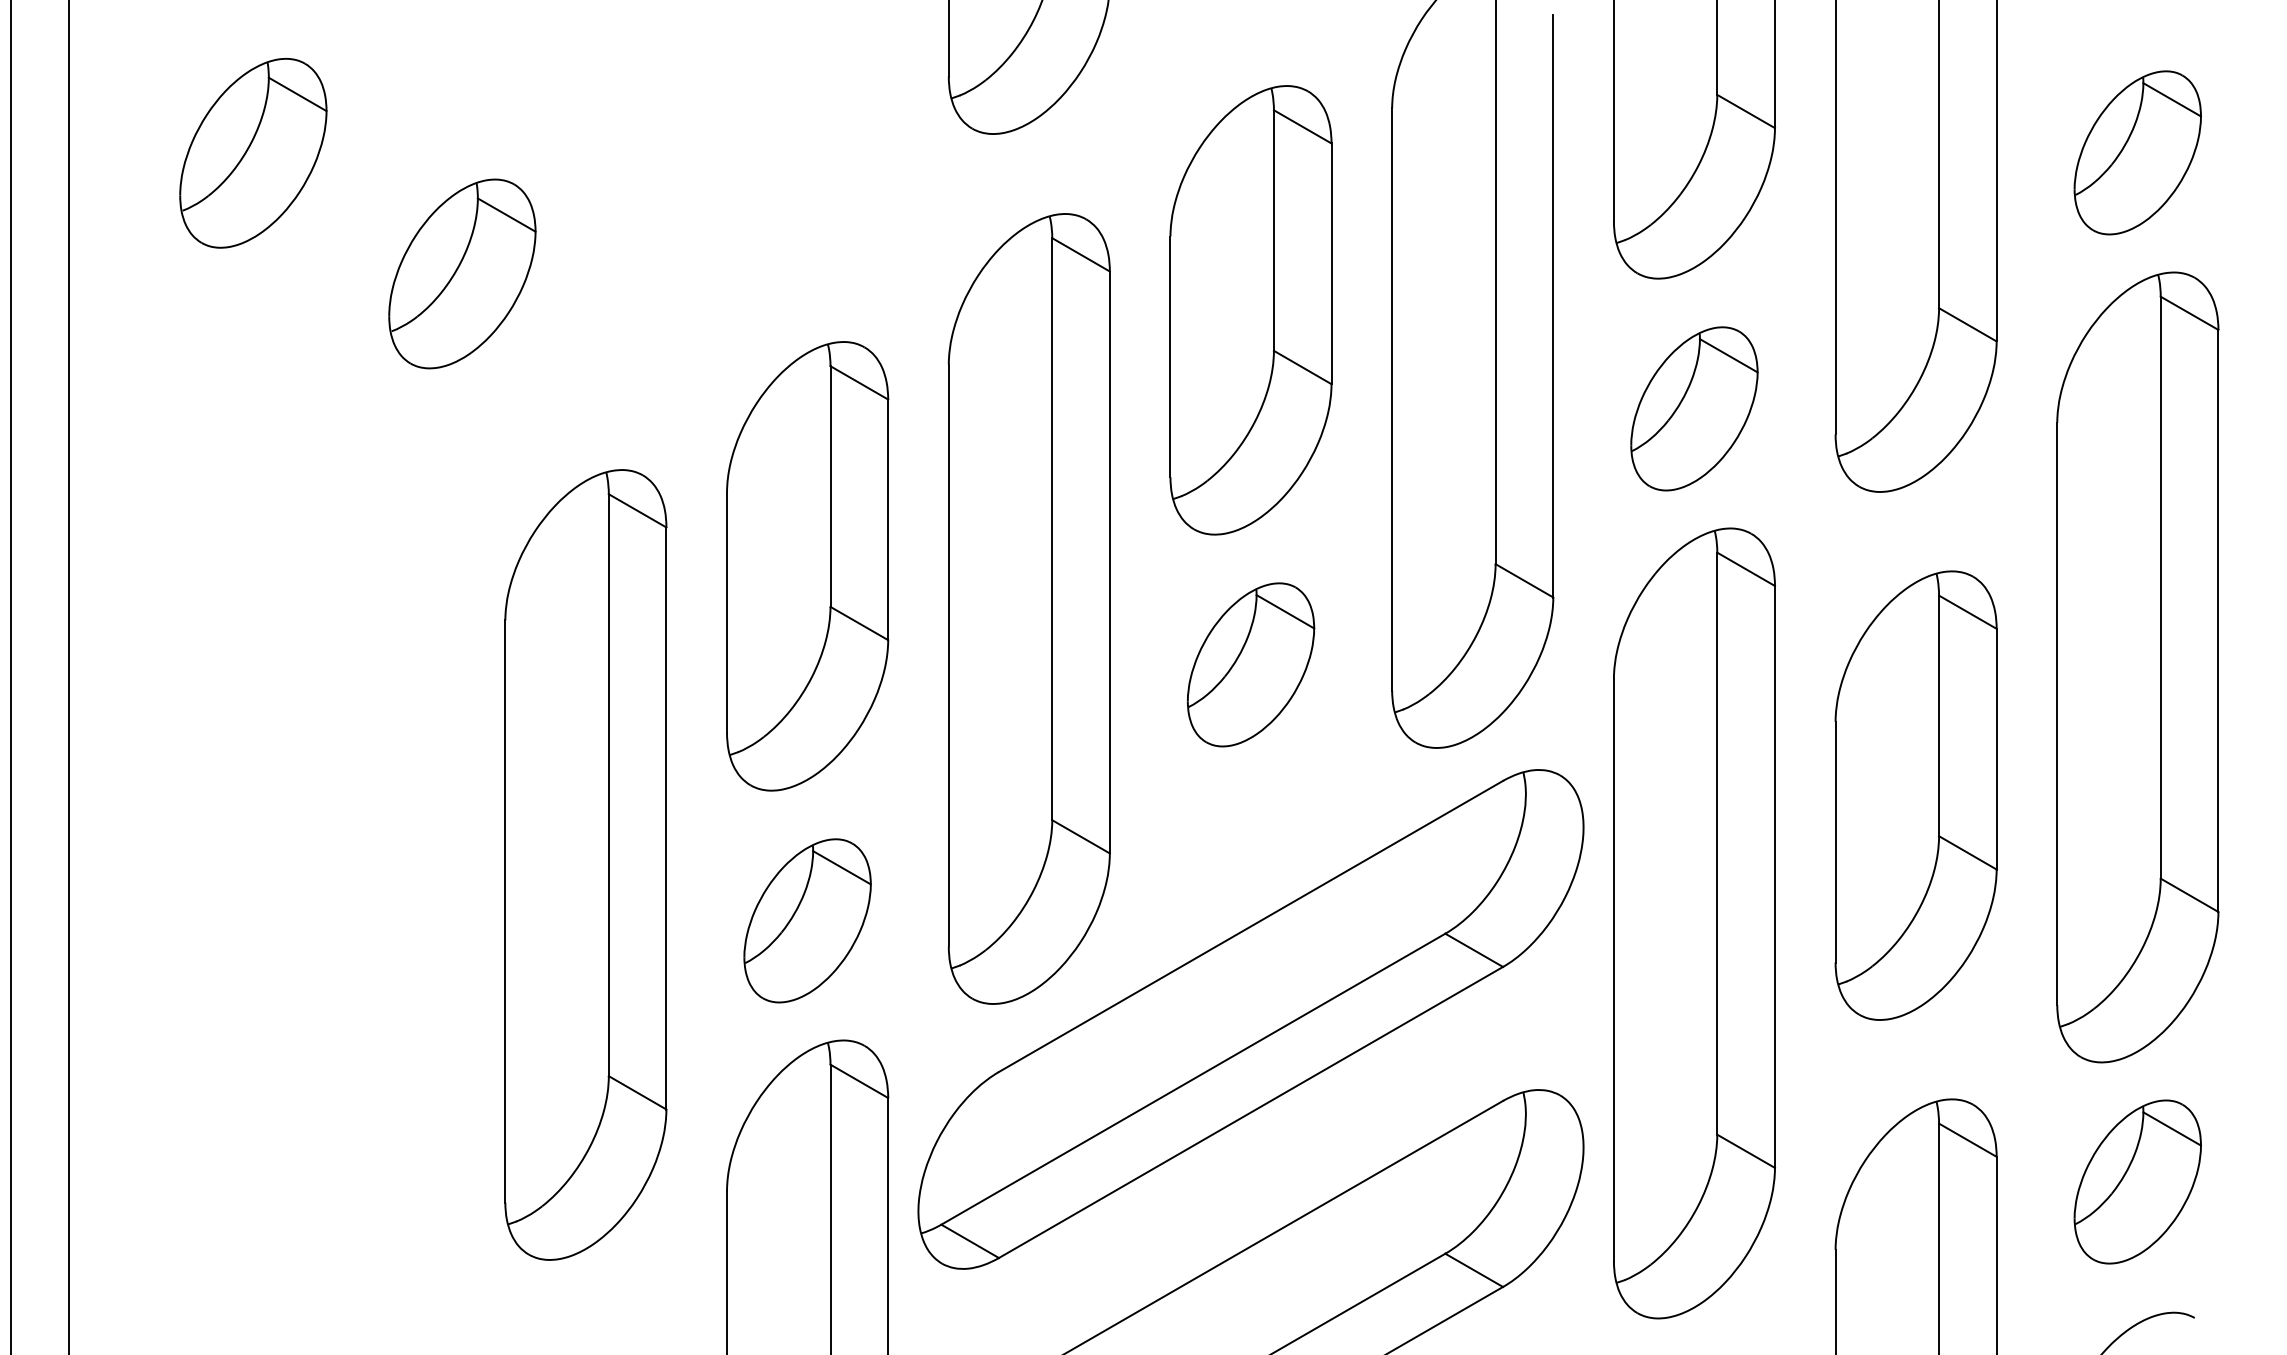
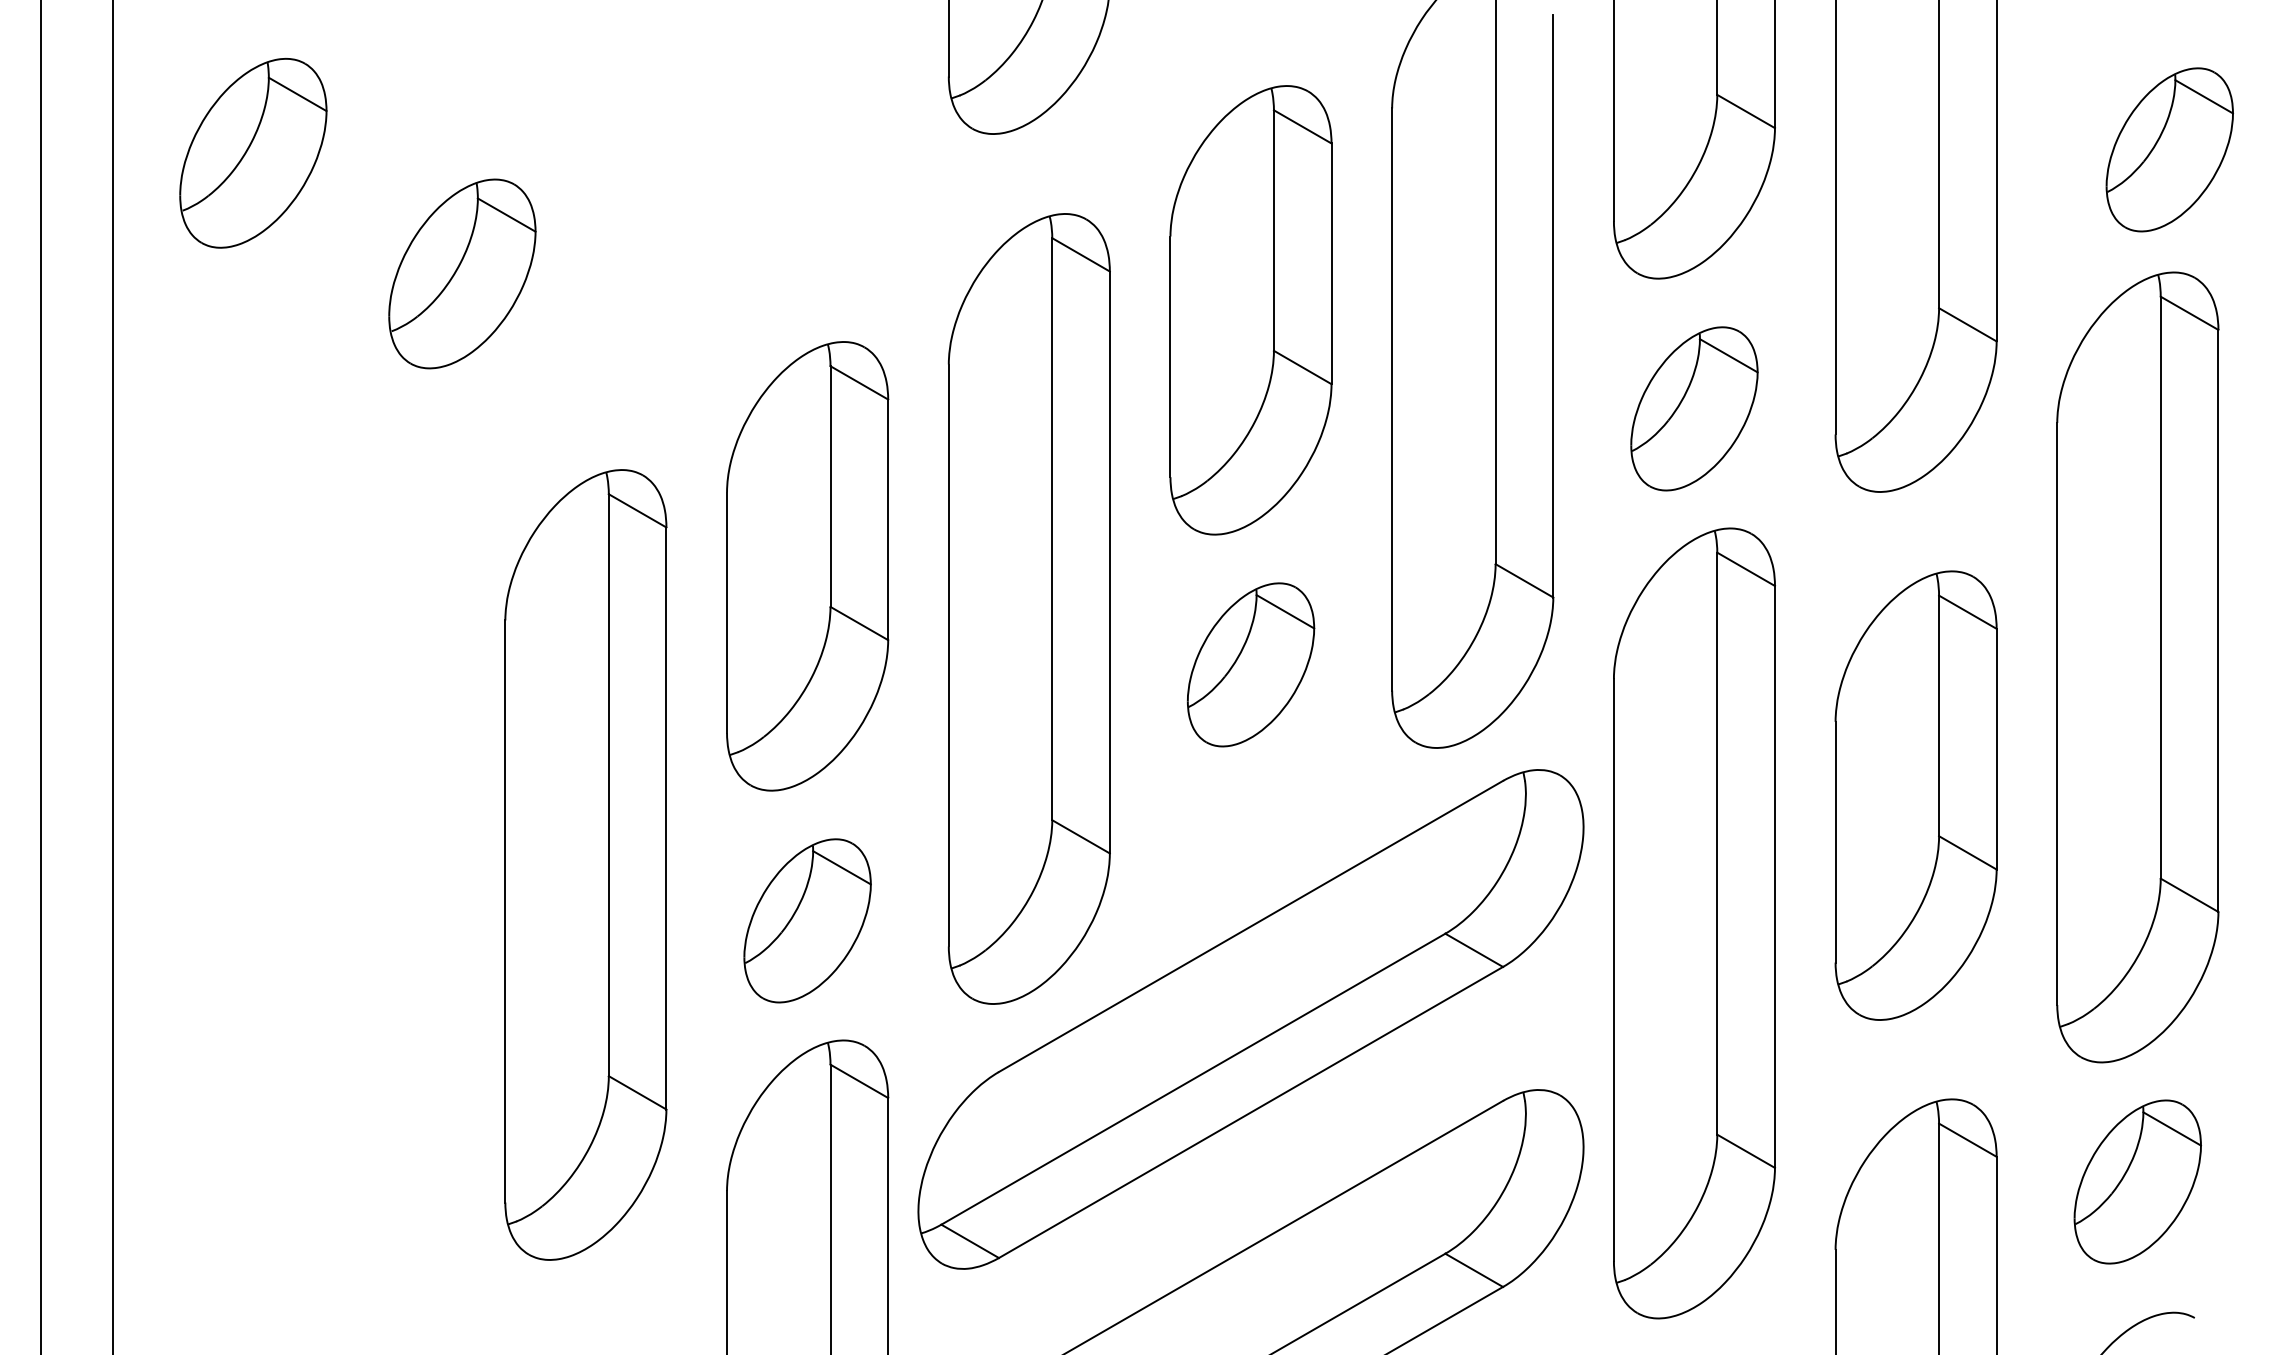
part at (2137, 152) position: (2137, 152) -> (2169, 149)
line at (10, 676) position: (10, 676) -> (40, 676)
line at (68, 676) position: (68, 676) -> (112, 676)
